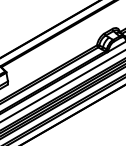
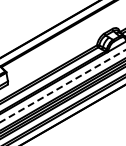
line at (63, 85): solid -> dashed
